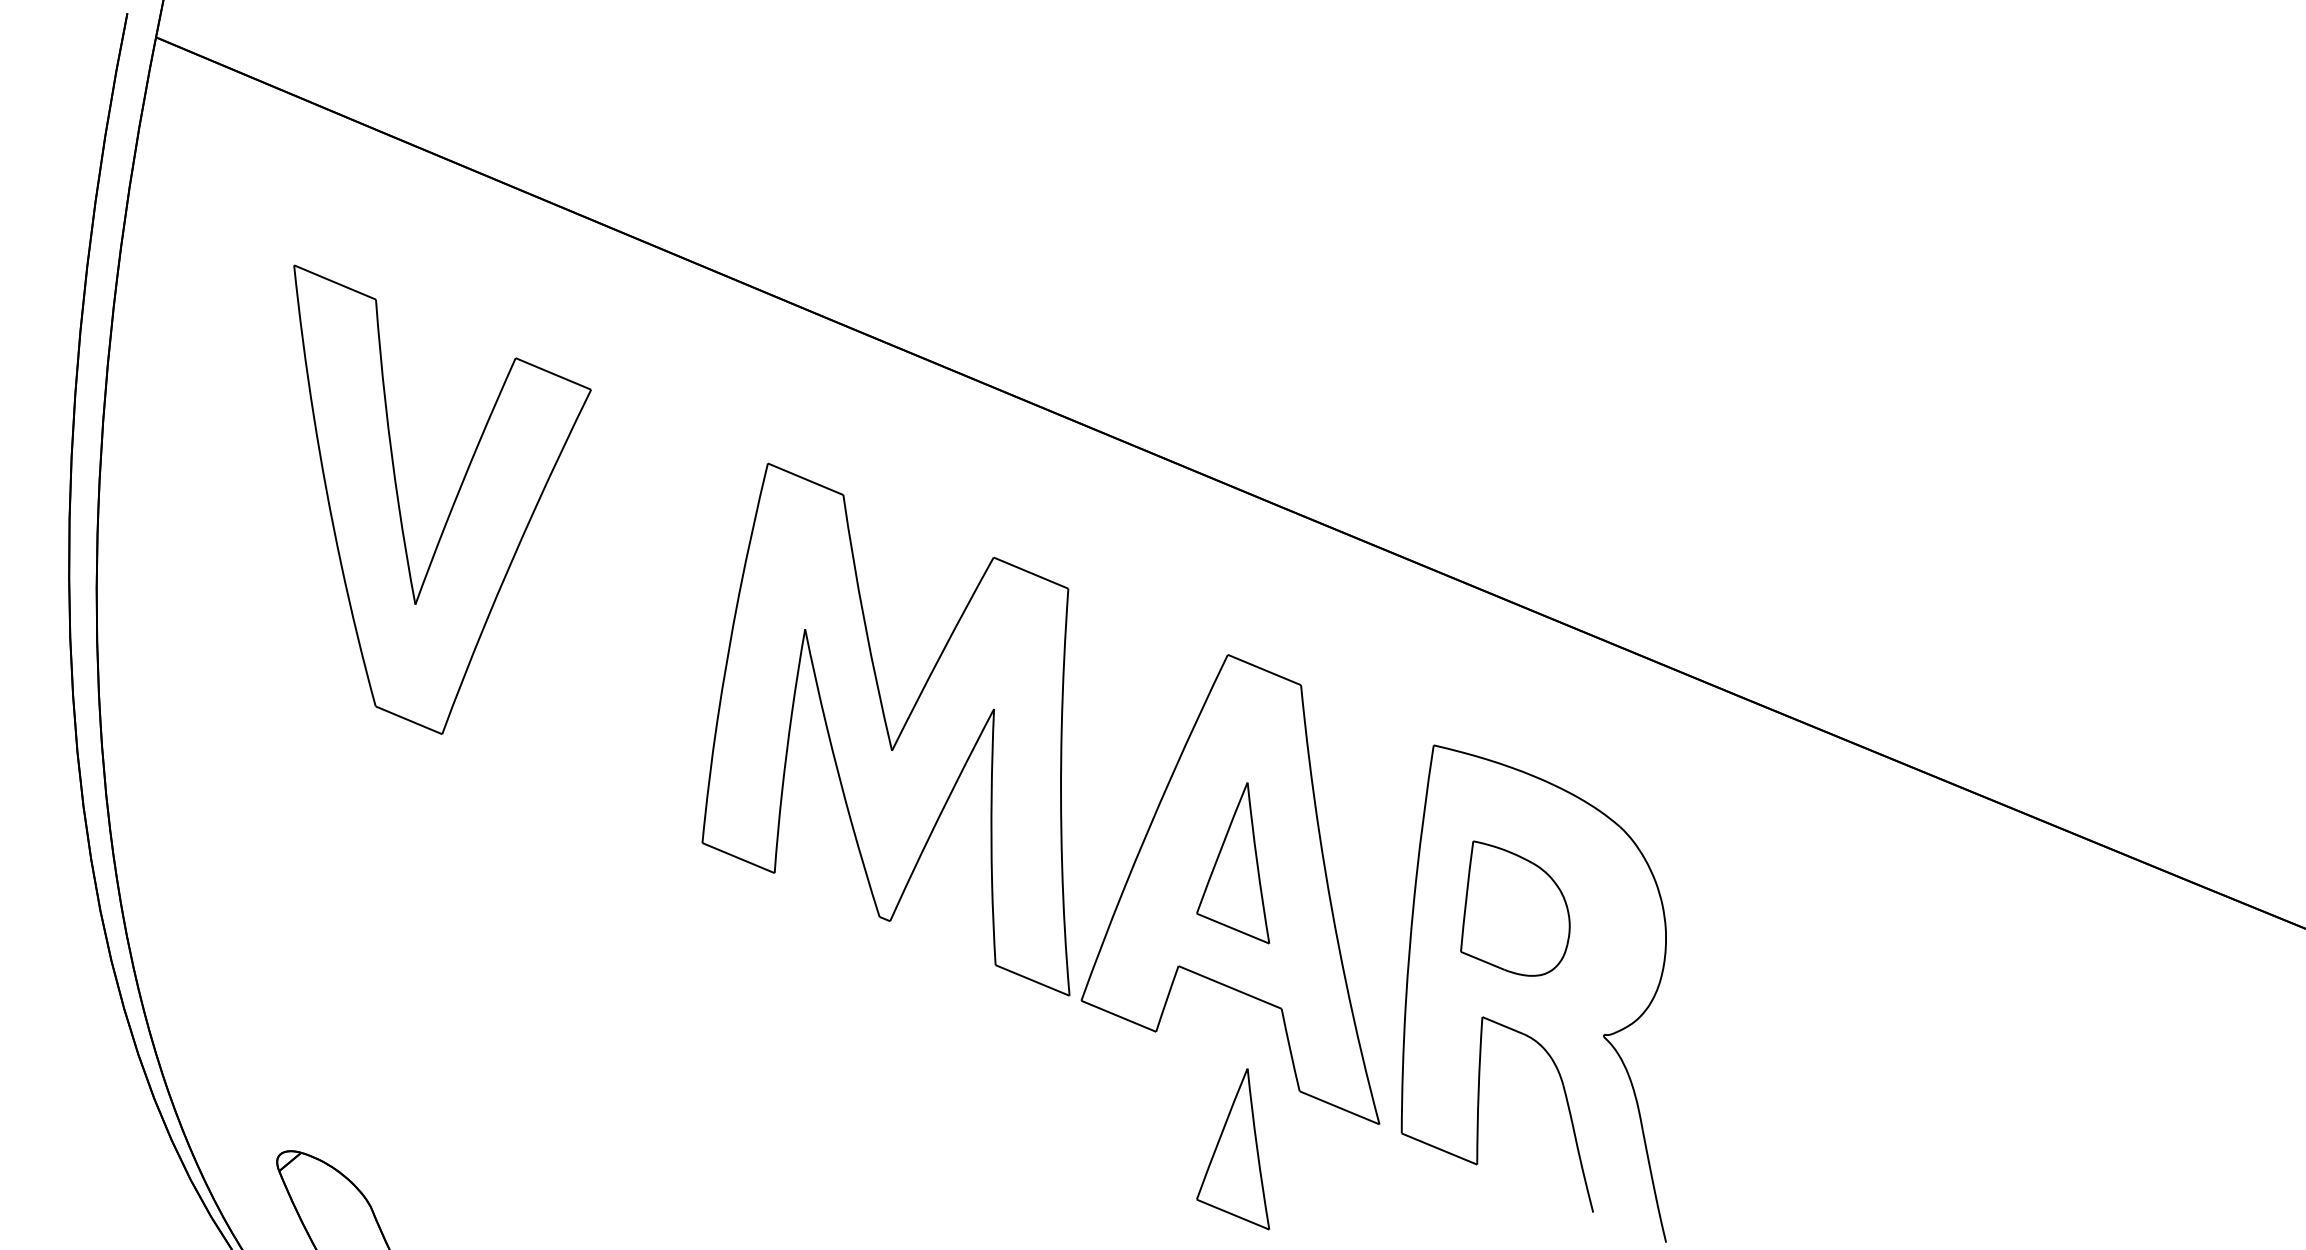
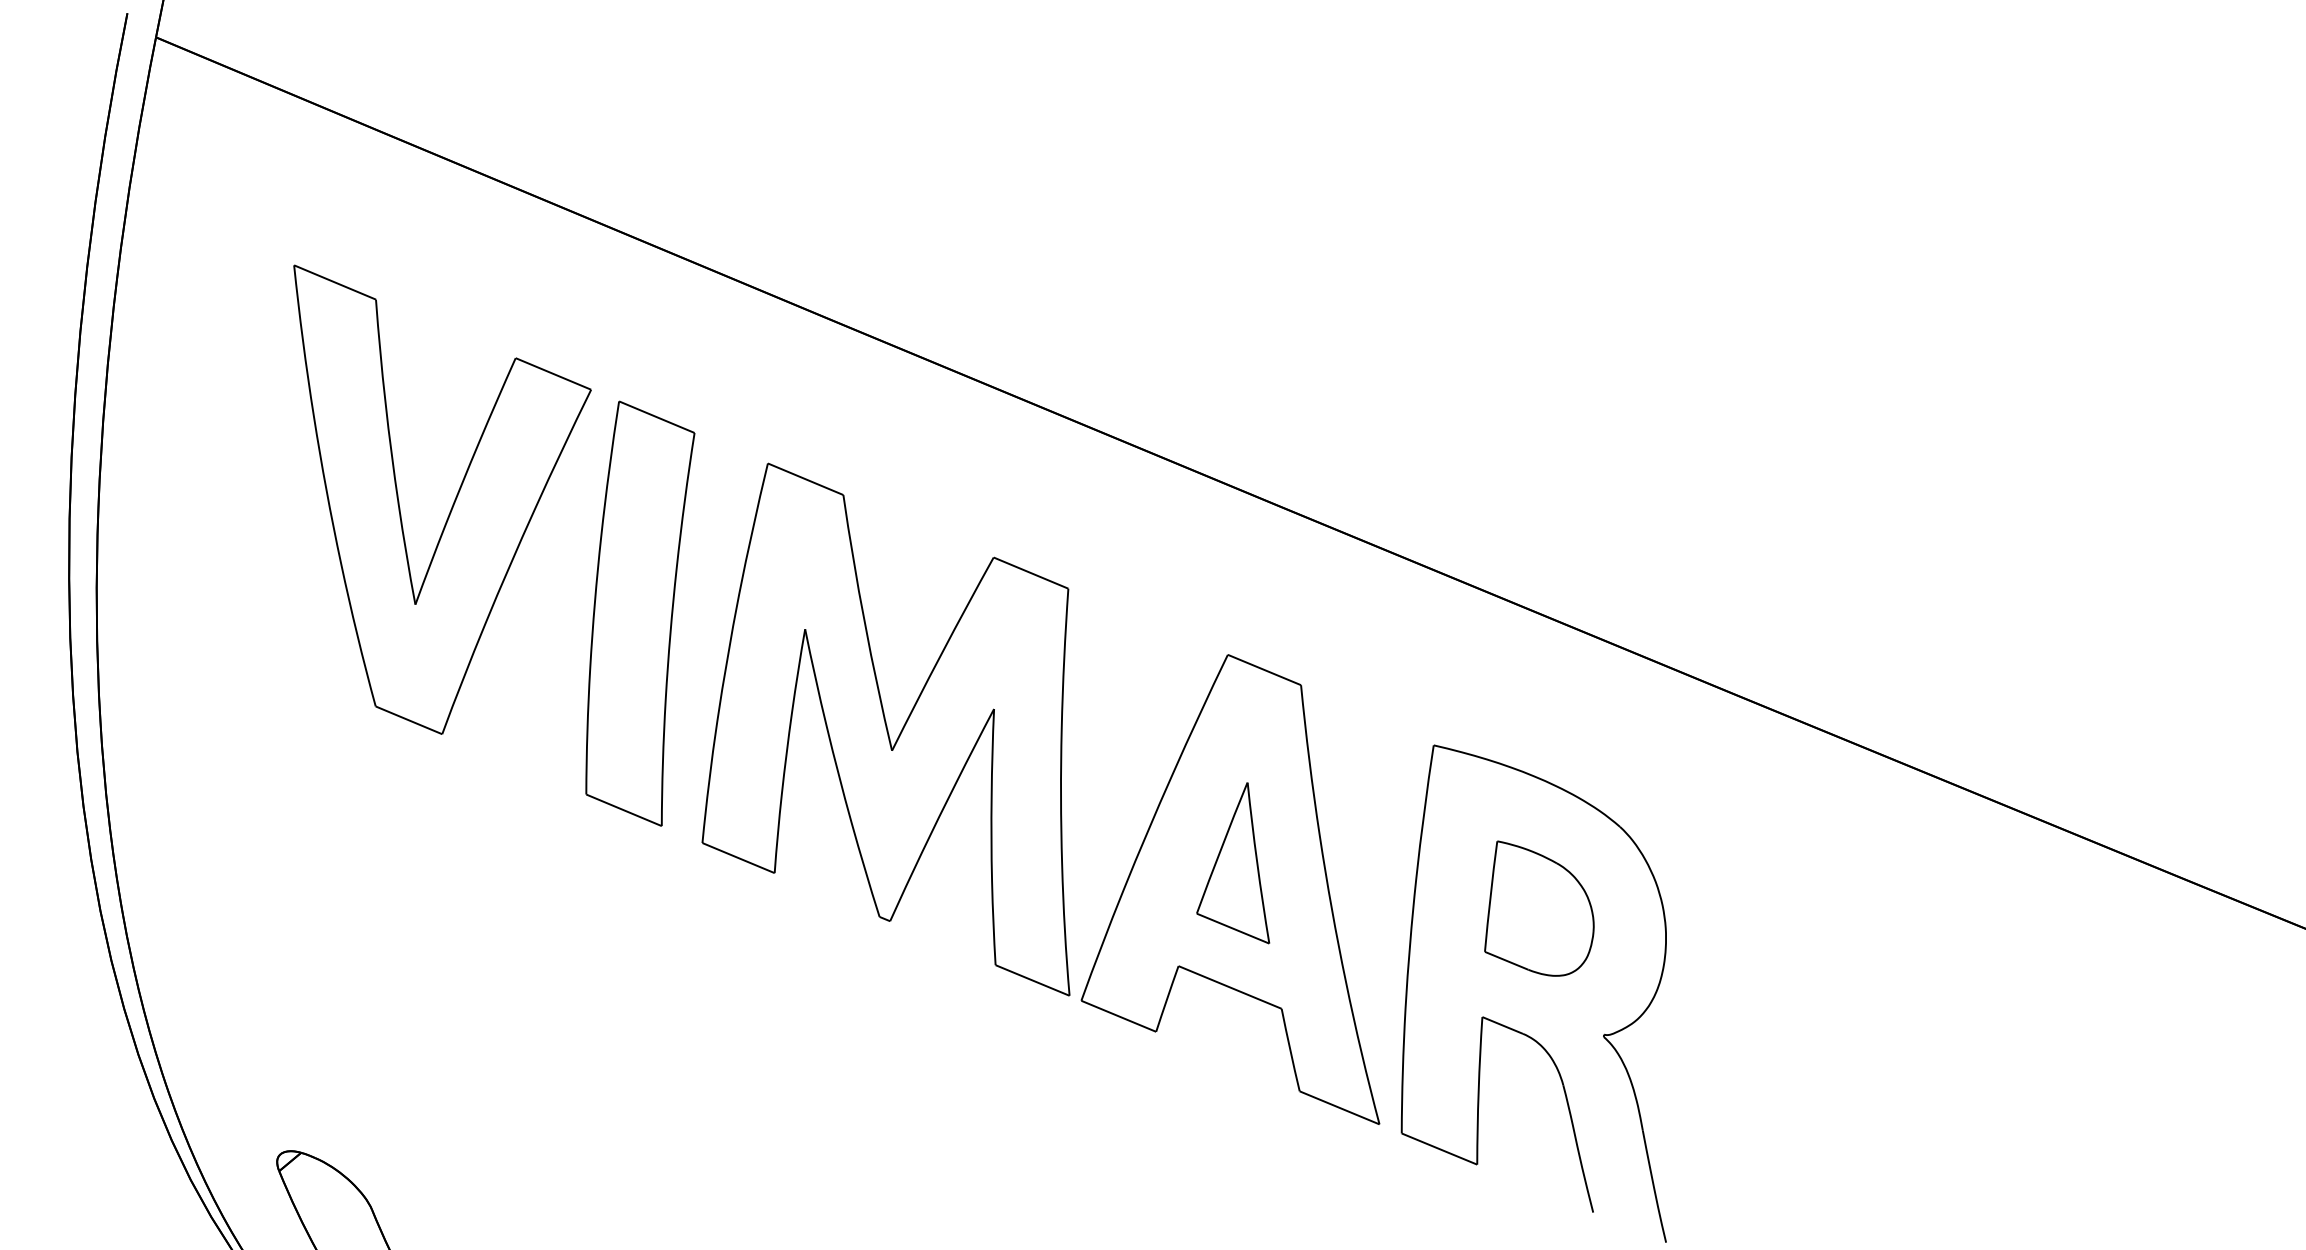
part at (640, 613): none -> present
part at (1515, 908) position: (1515, 908) -> (1539, 908)
part at (1233, 1149): present -> none
